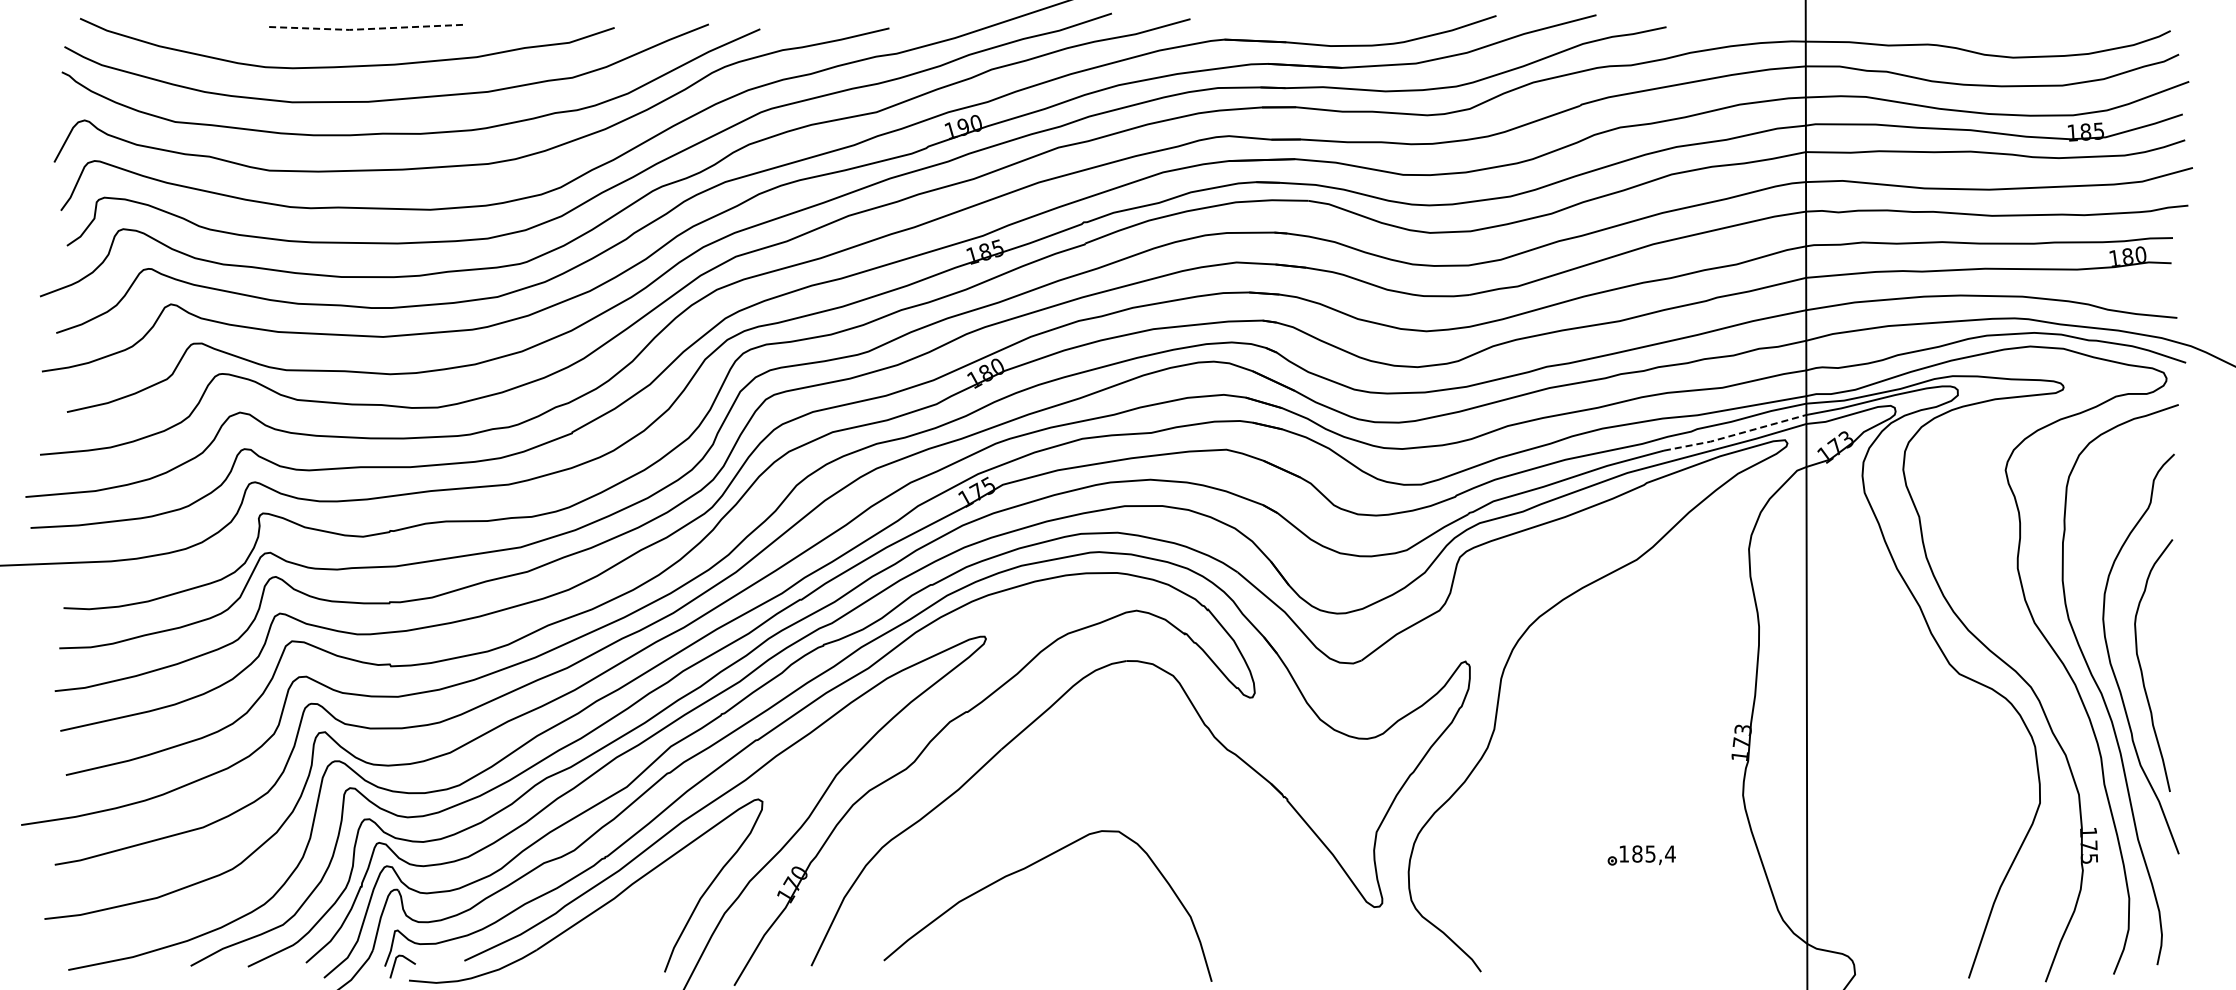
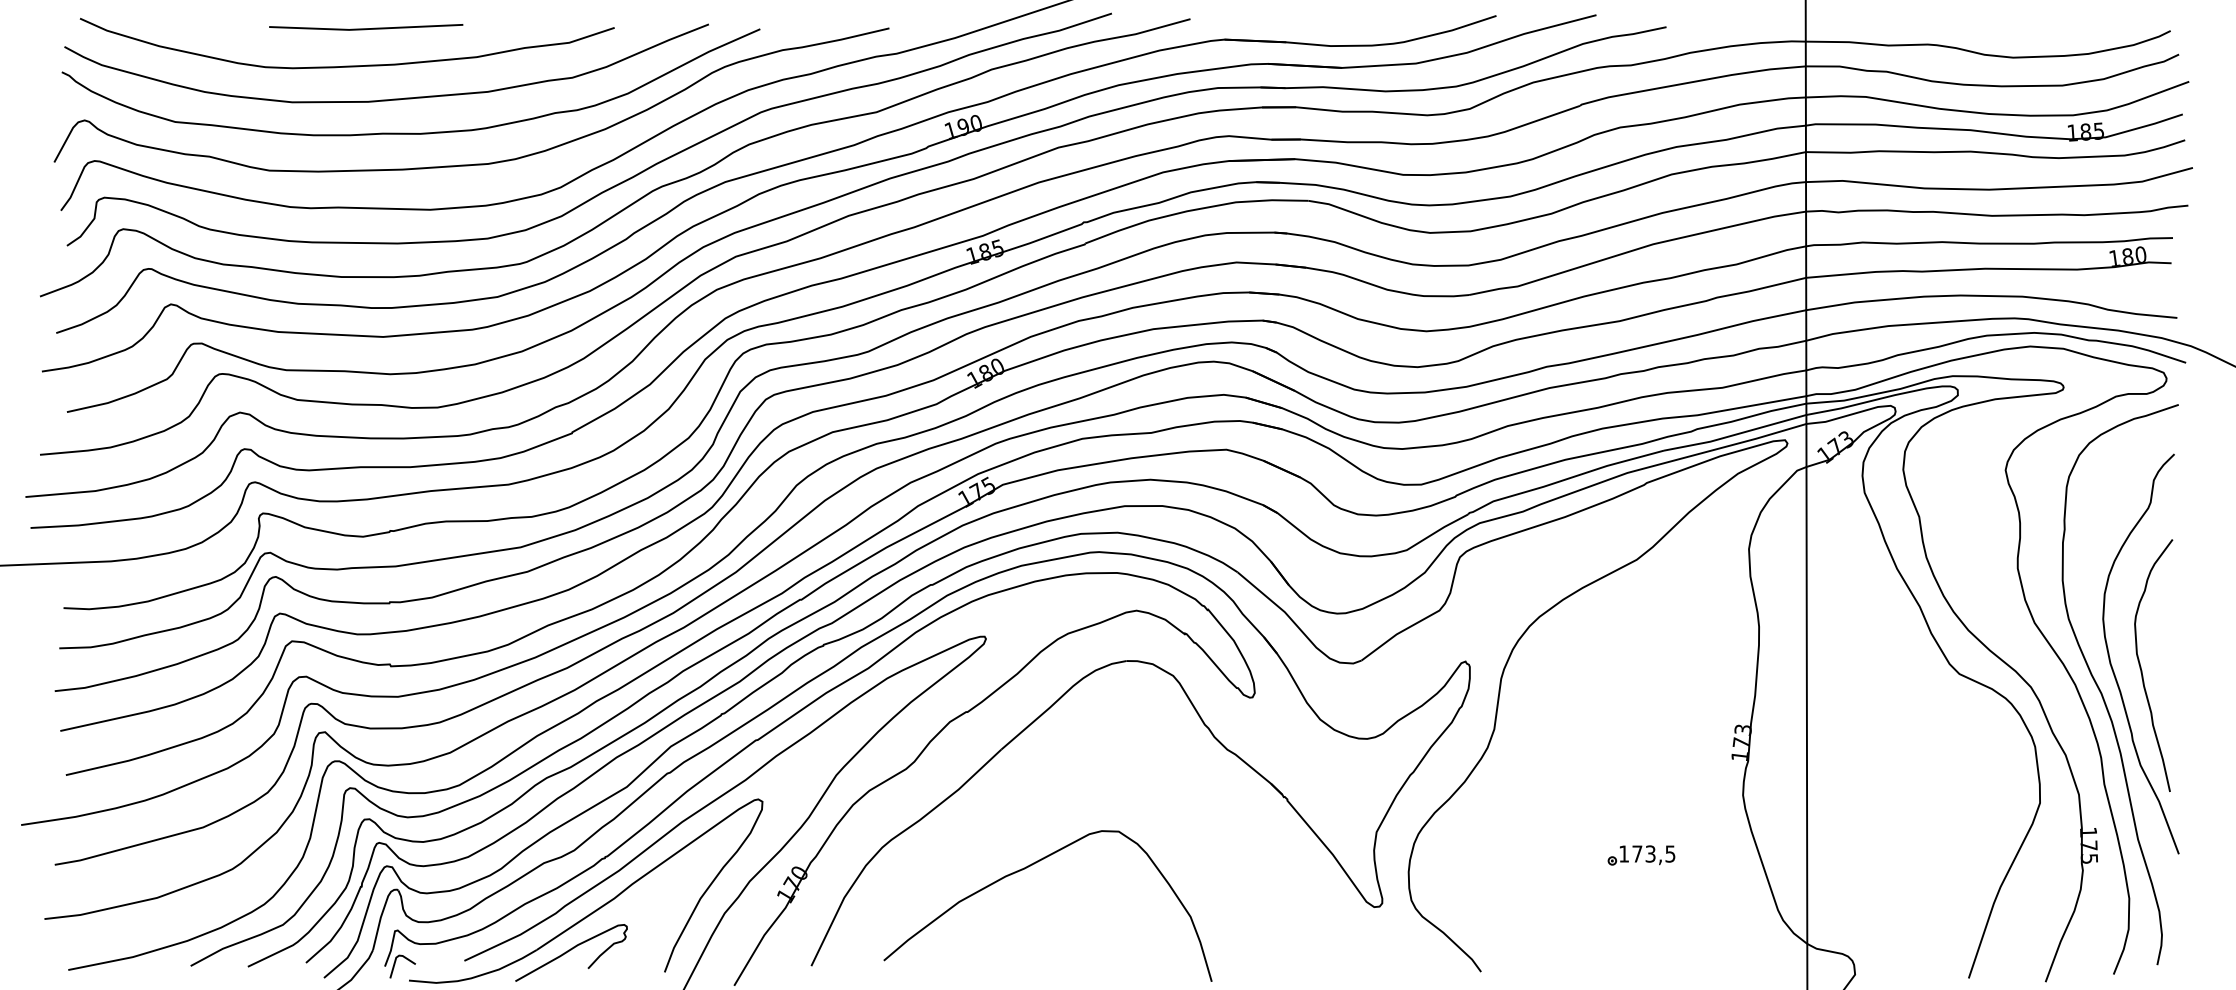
line at (366, 29): dashed -> solid
line at (1735, 434): dashed -> solid
text at (1653, 853): 185,4 -> 173,5
curve at (571, 950): none -> present
